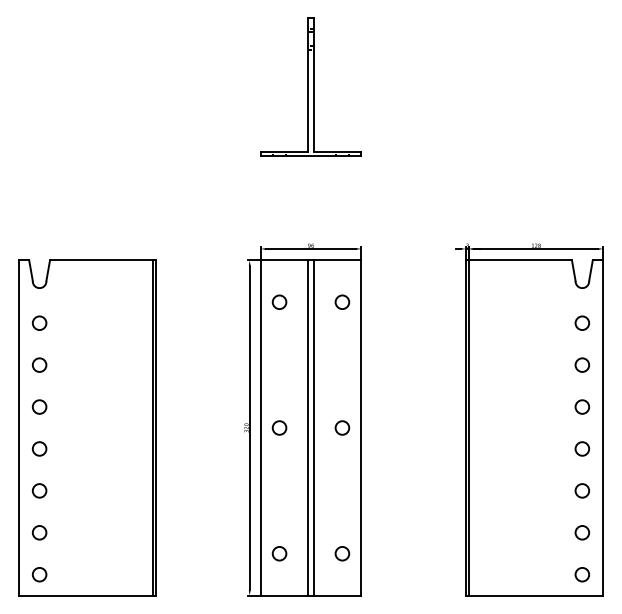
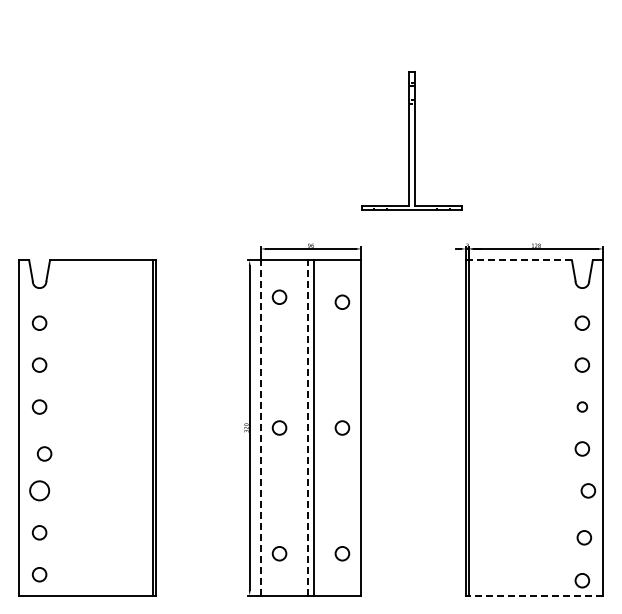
part at (310, 86) position: (310, 86) -> (411, 140)
line at (520, 260): solid -> dashed
circle at (279, 301) position: (279, 301) -> (279, 296)
circle at (582, 406) size: 17x16 px -> 12x12 px
line at (260, 428): solid -> dashed
line at (307, 428): solid -> dashed
circle at (39, 448) position: (39, 448) -> (44, 453)
circle at (39, 490) size: 17x16 px -> 22x22 px
circle at (582, 490) position: (582, 490) -> (588, 490)
circle at (582, 532) position: (582, 532) -> (584, 537)
circle at (582, 574) position: (582, 574) -> (582, 580)
line at (535, 595): solid -> dashed
